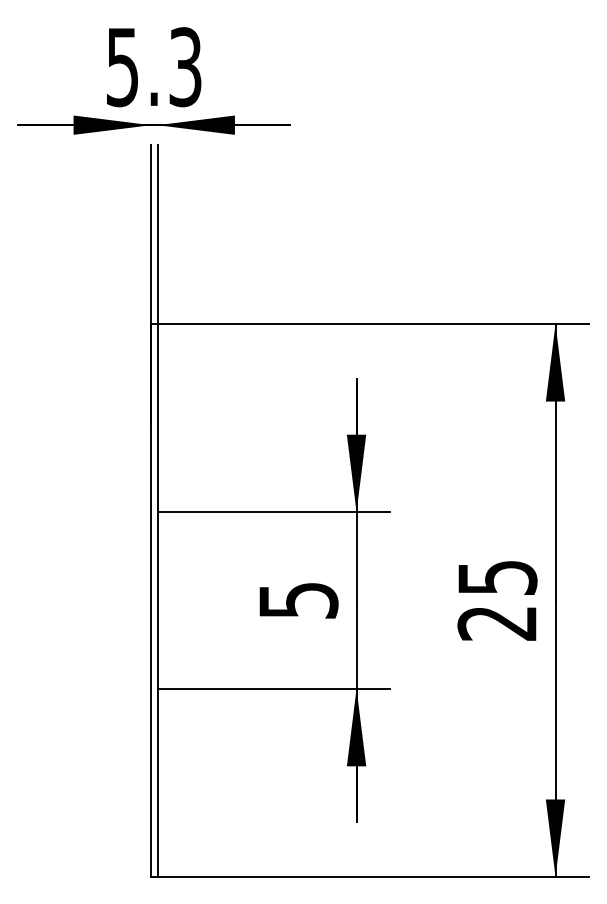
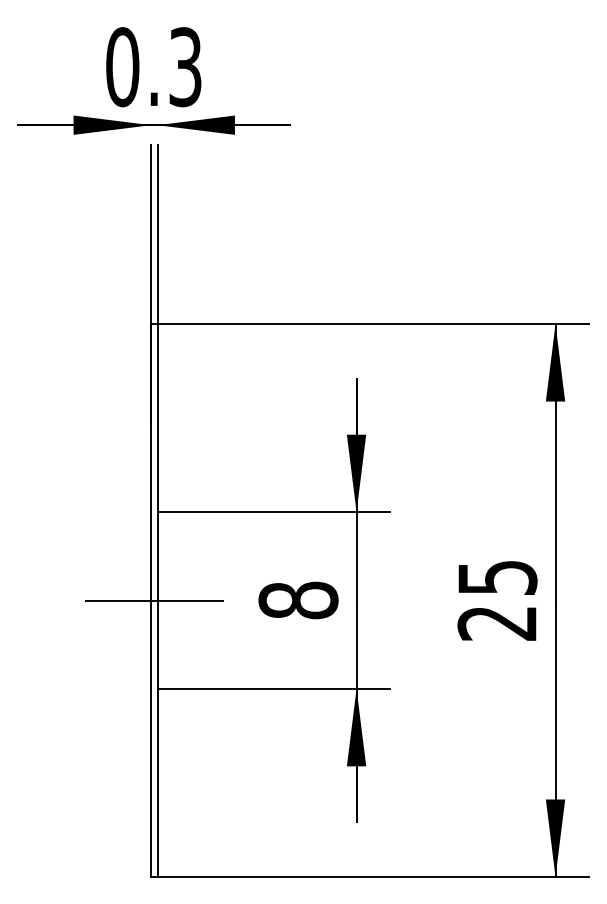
text at (122, 67): 5.3 -> 0.3
line at (153, 600): none -> present
text at (298, 600): 5 -> 8
